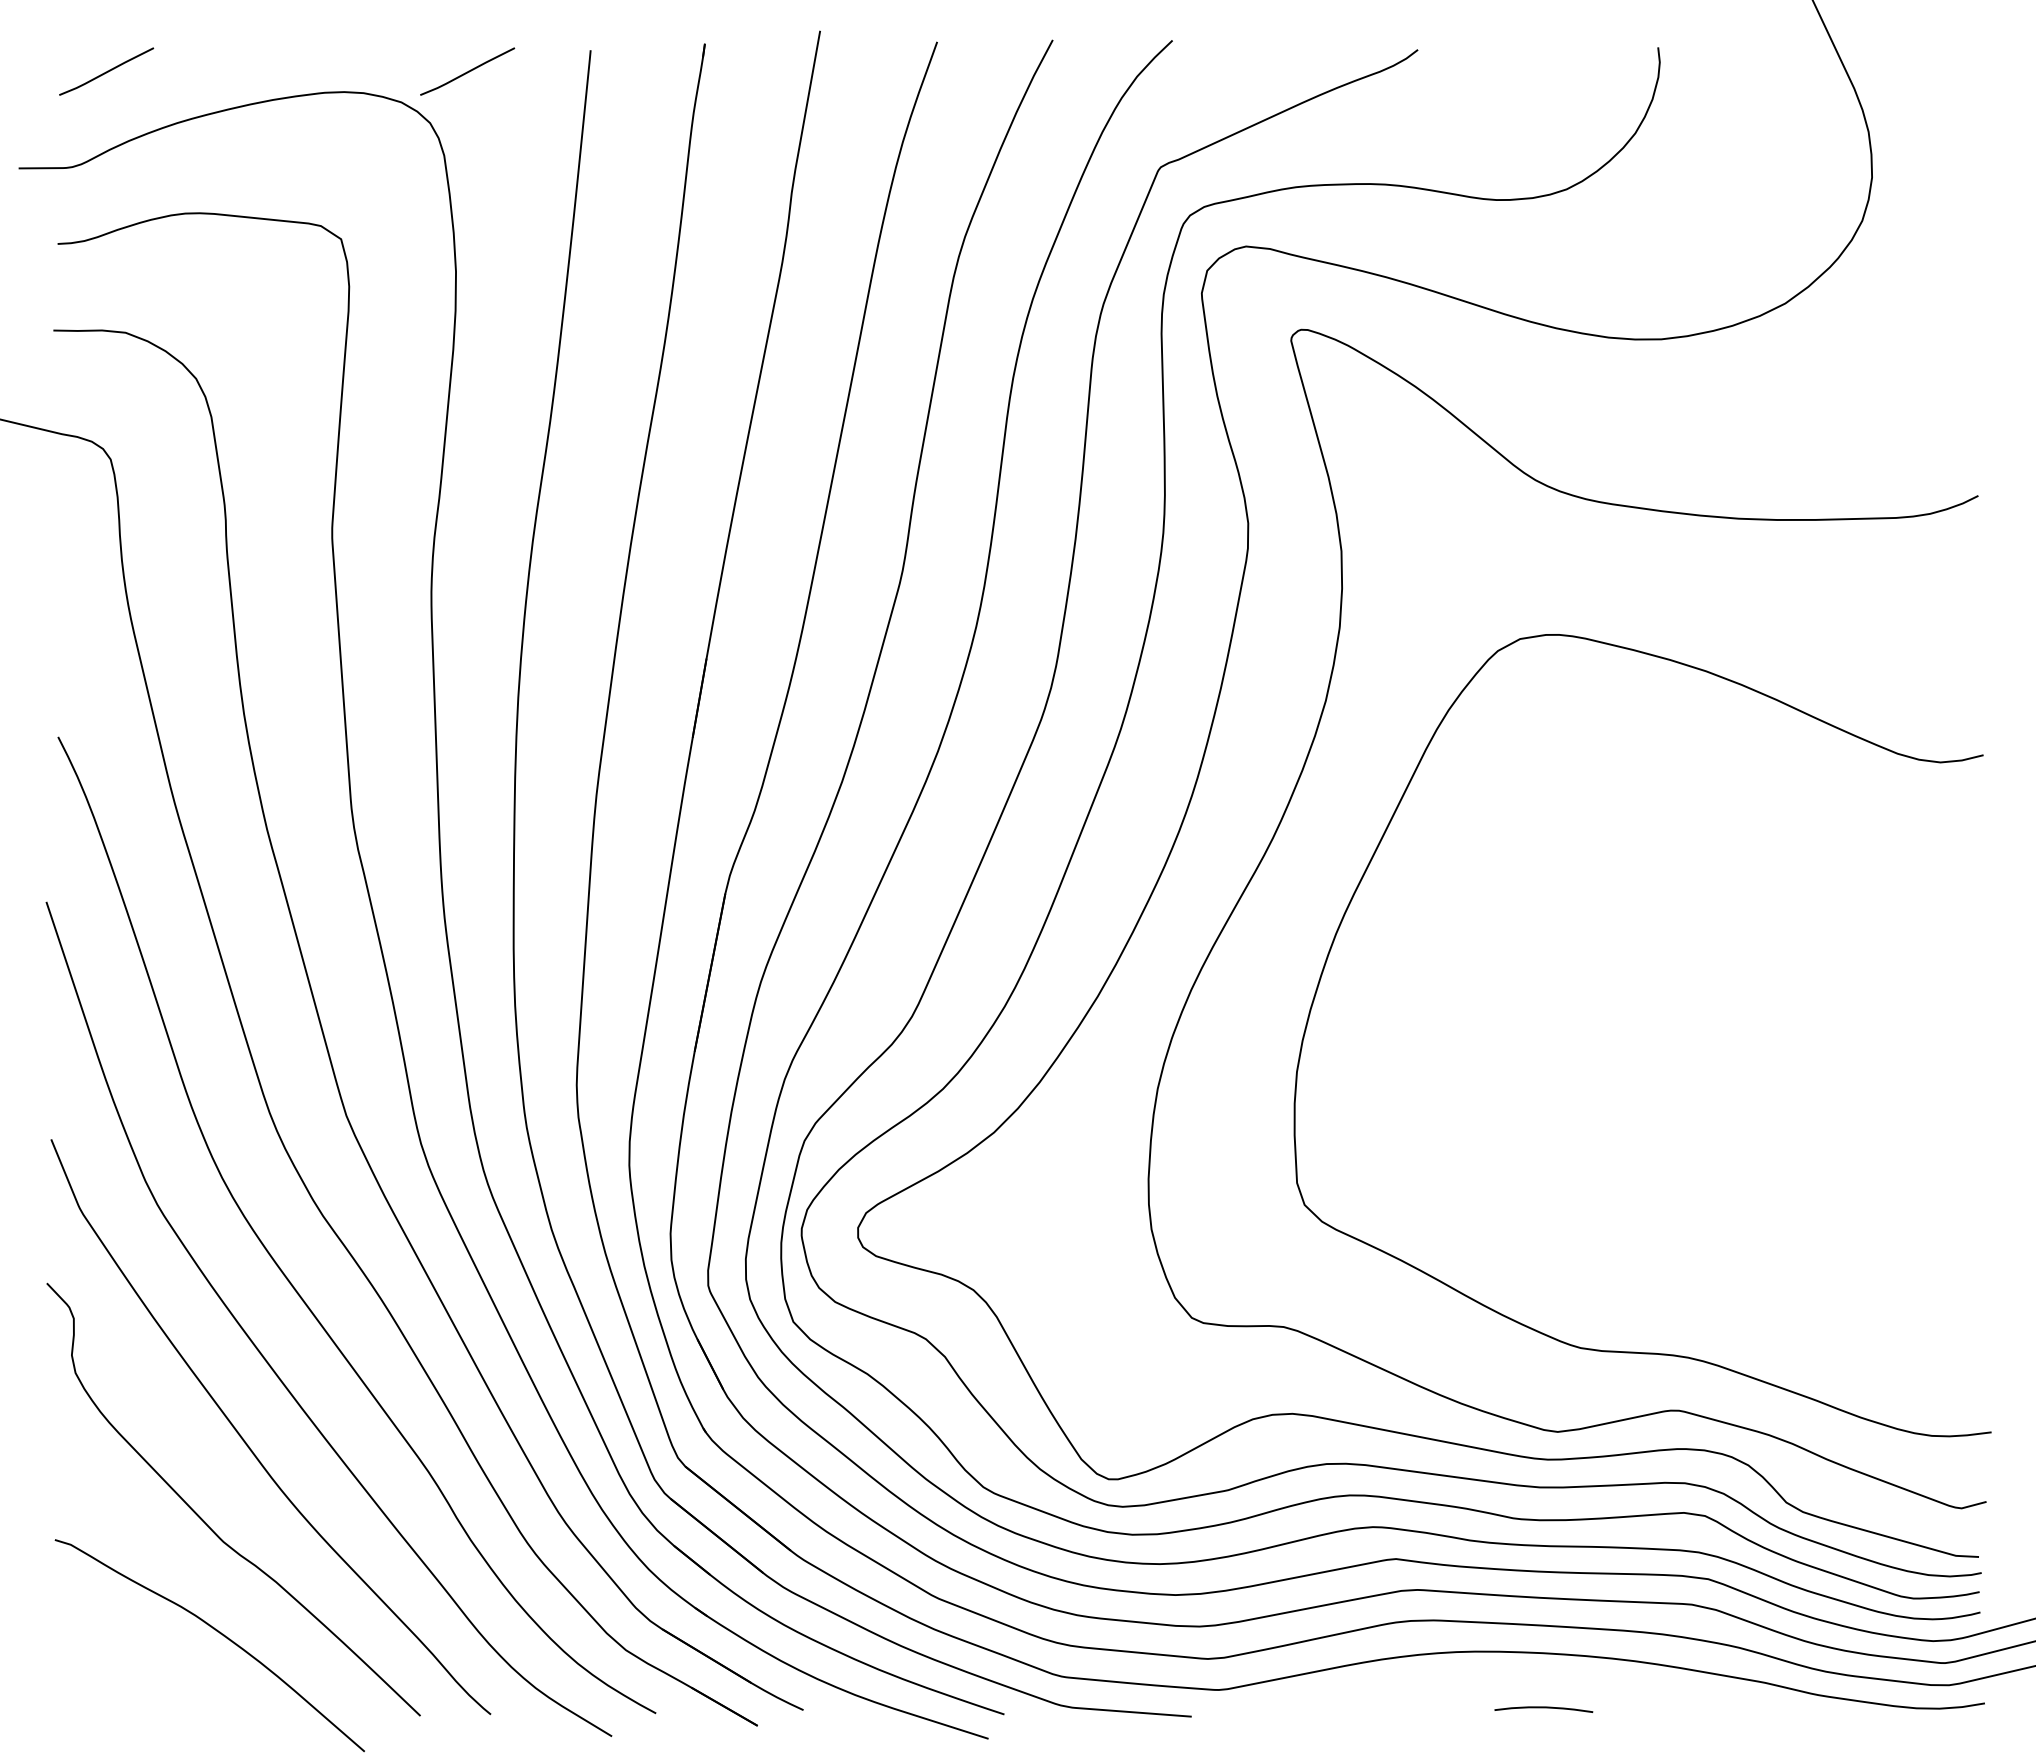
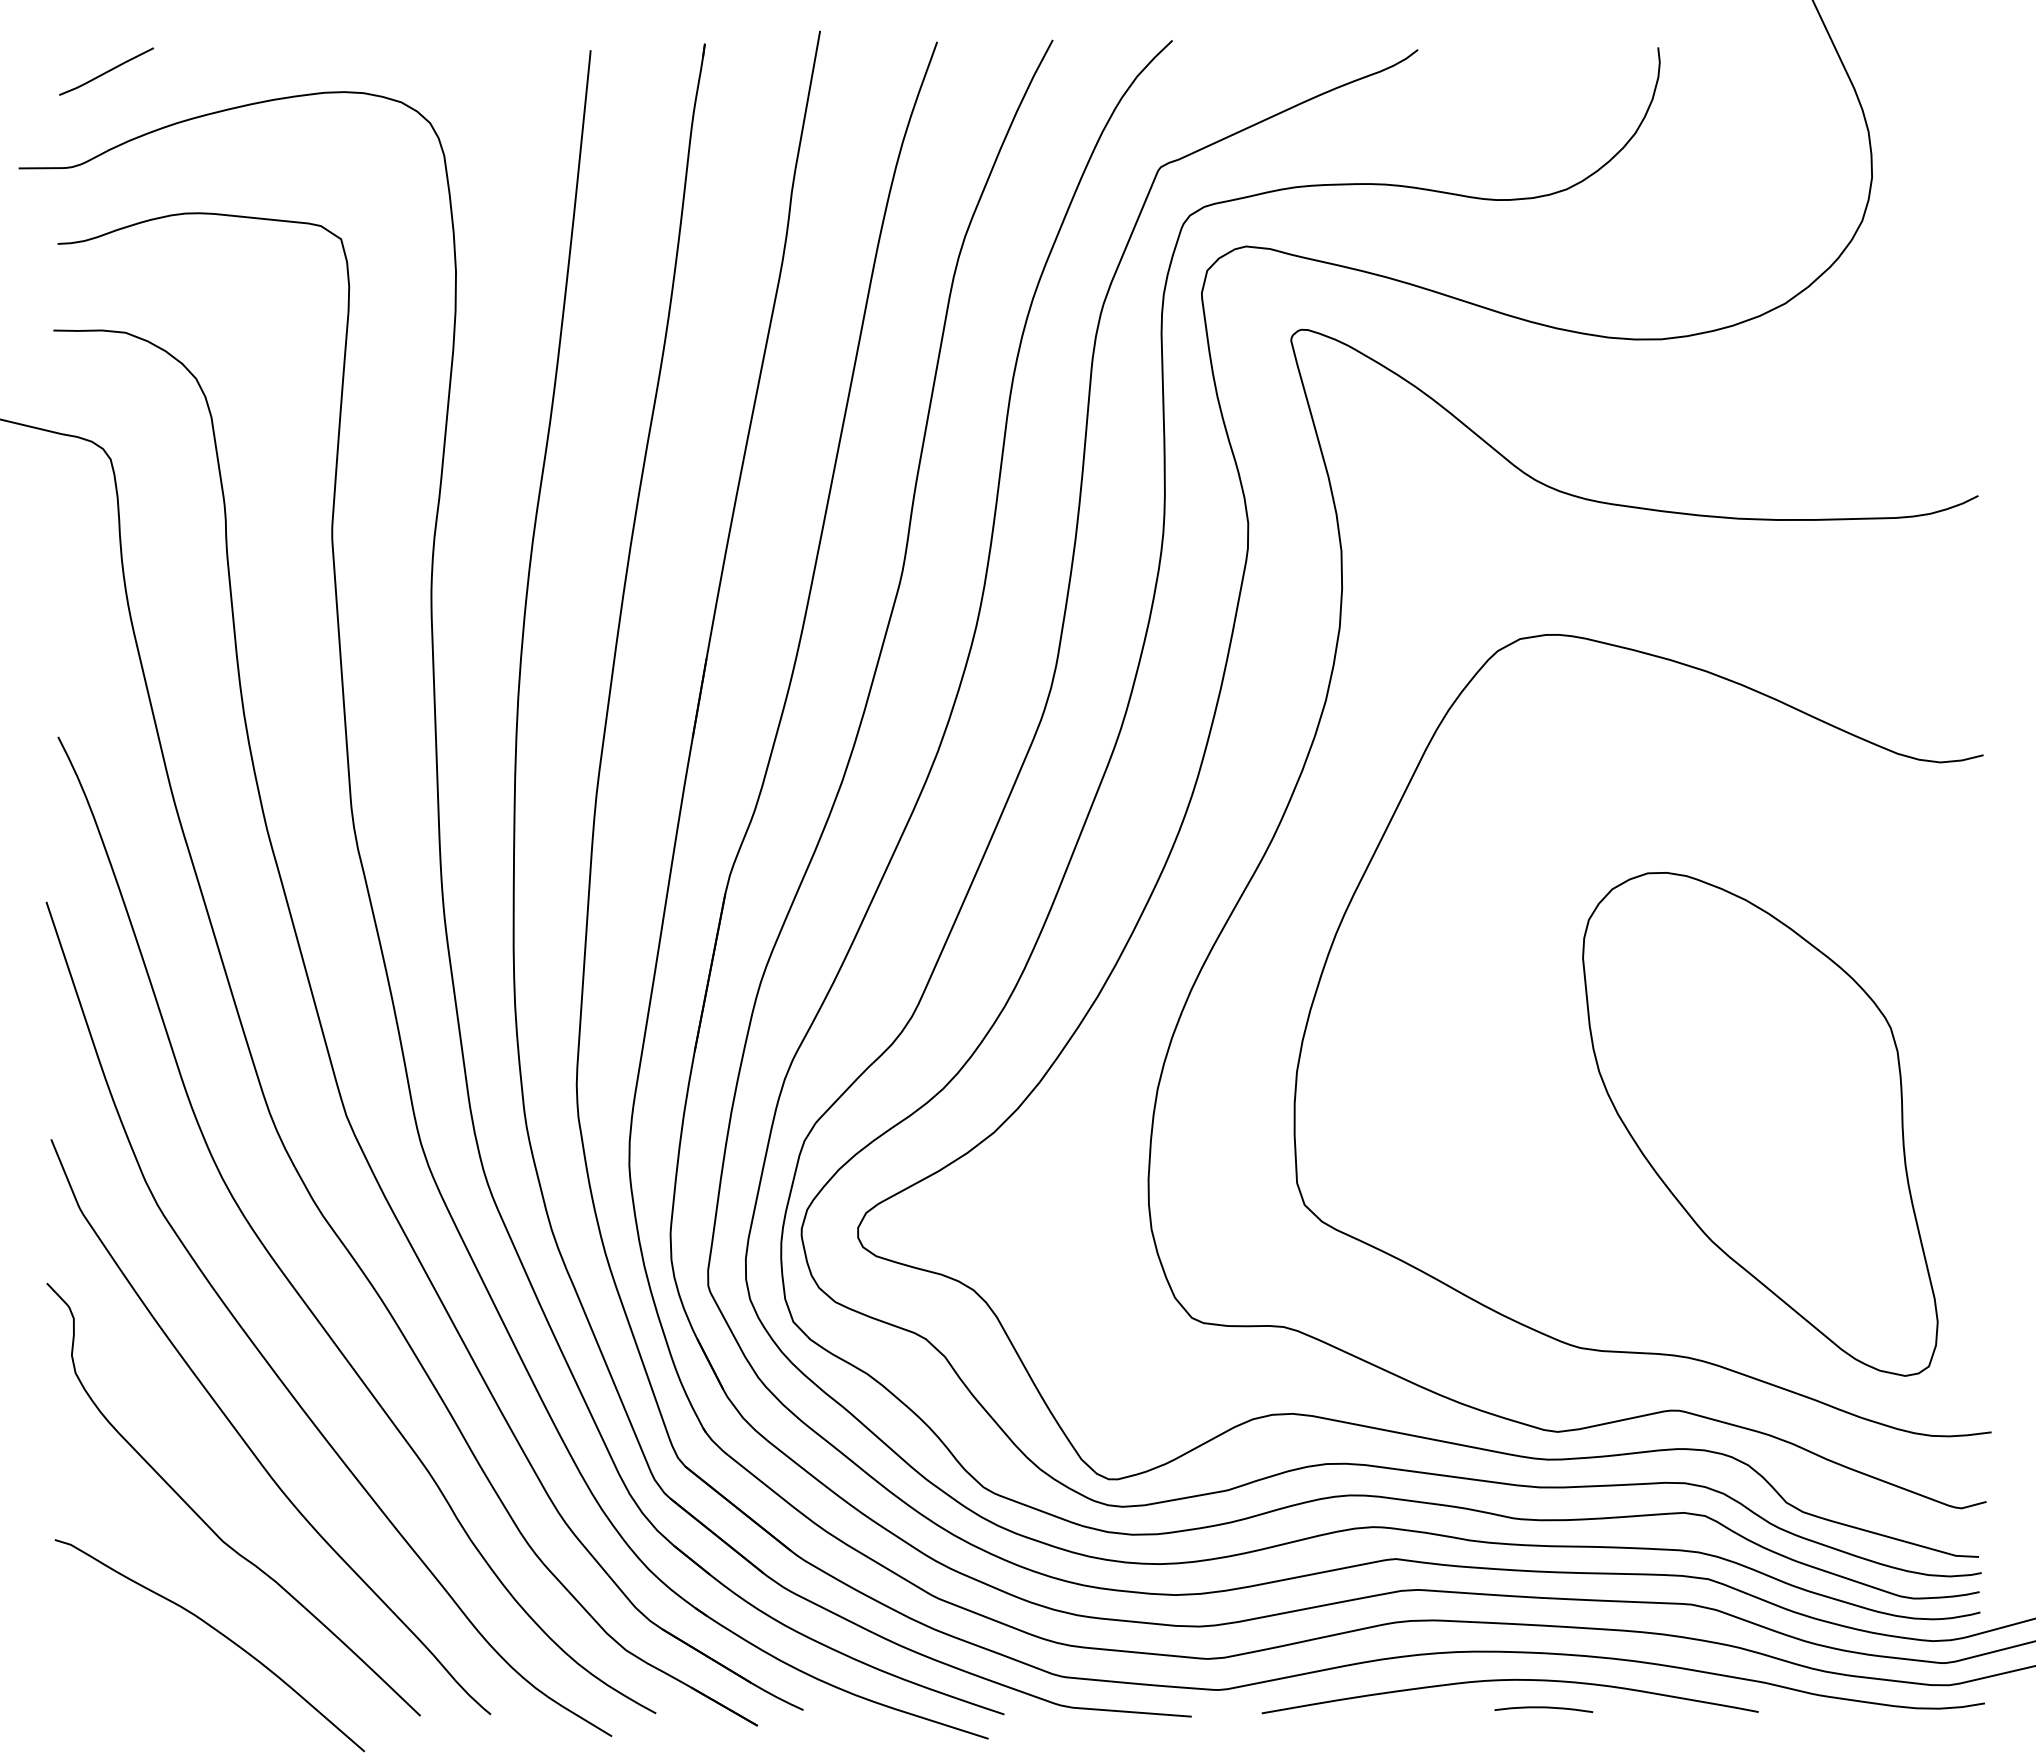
line at (467, 71): present -> none
part at (1760, 1124): none -> present
curve at (1509, 1680): none -> present
